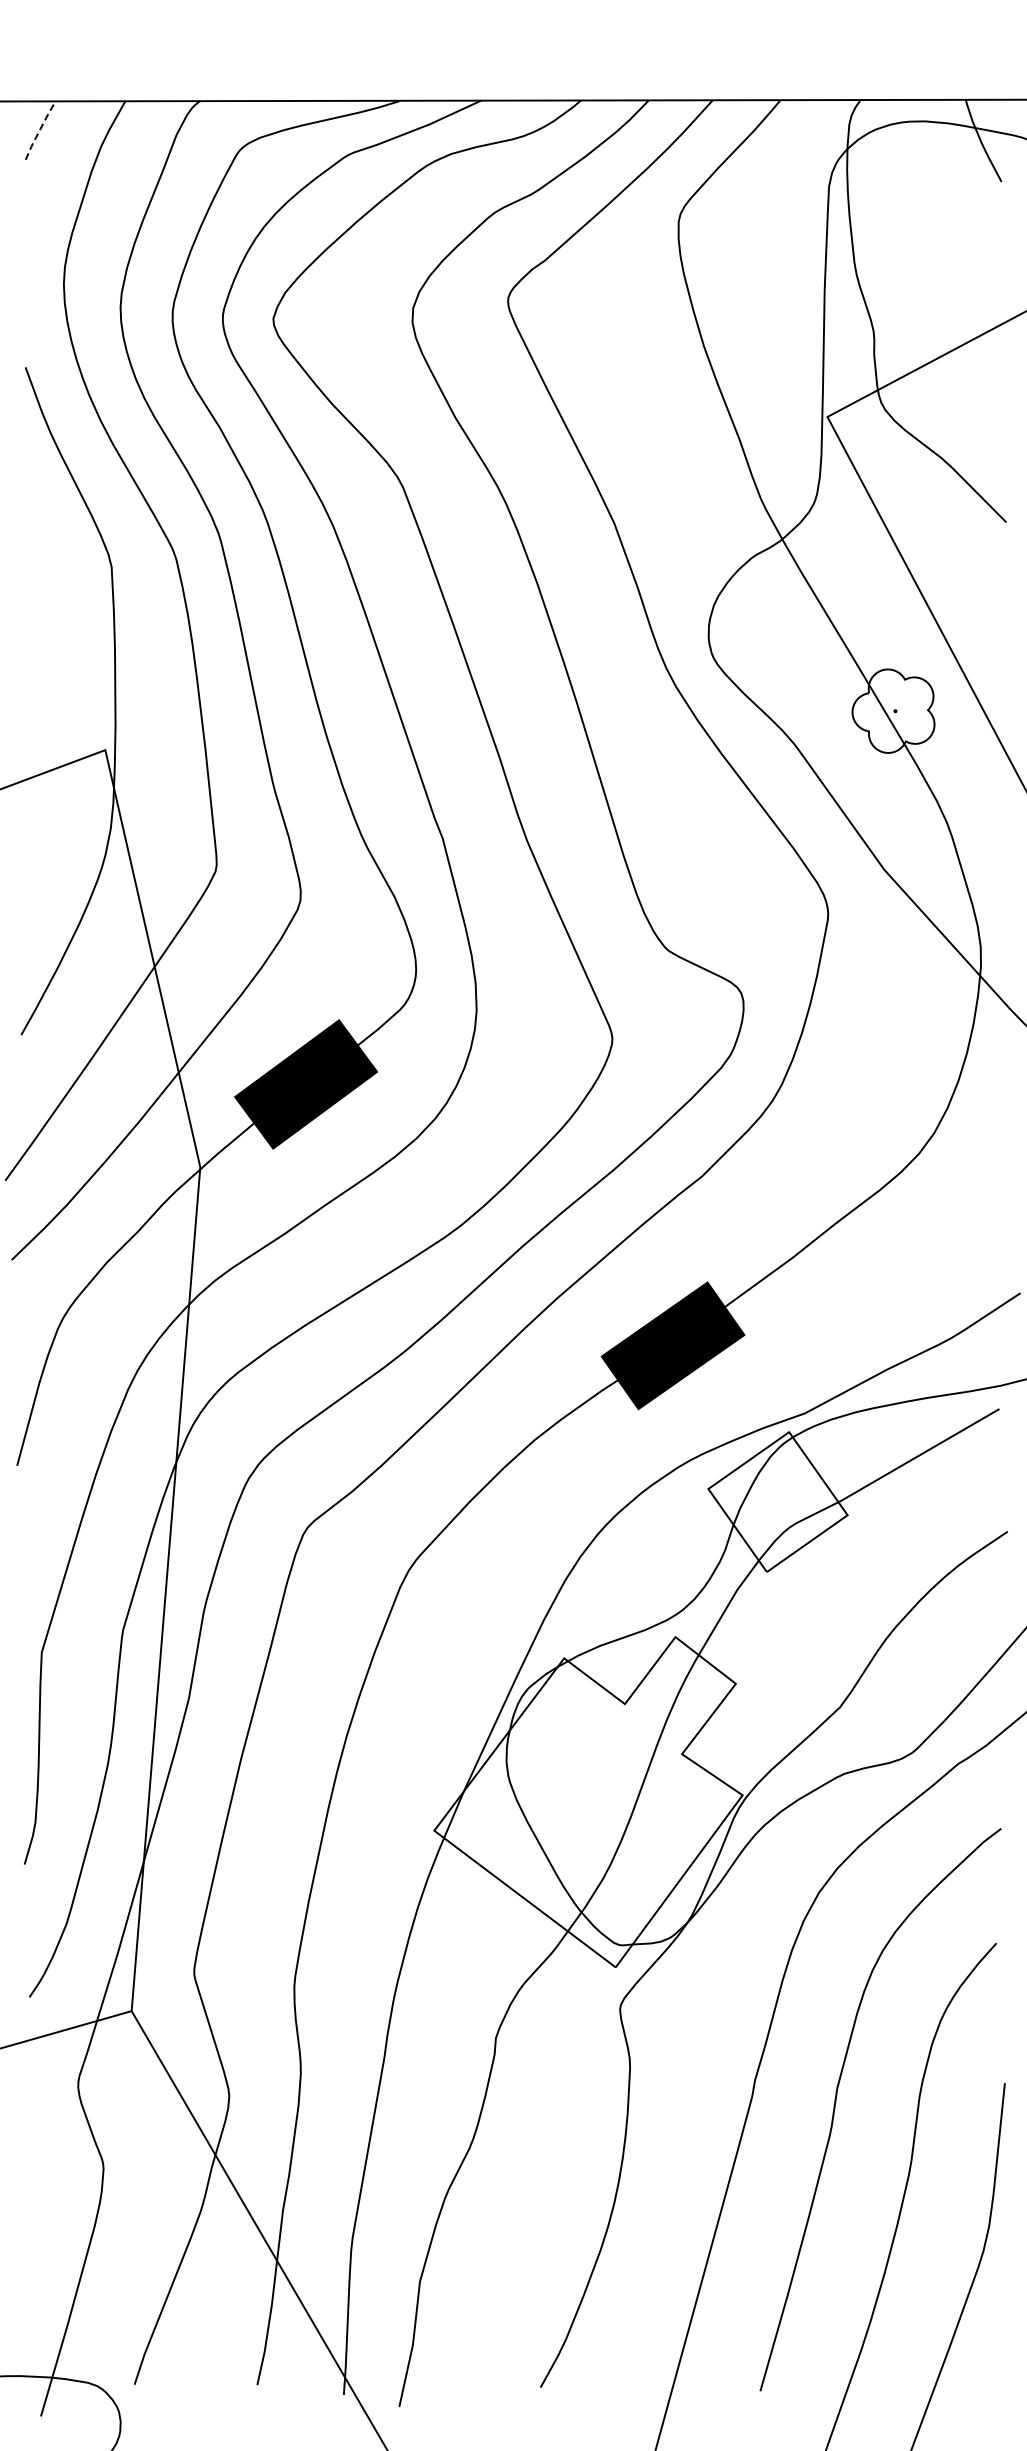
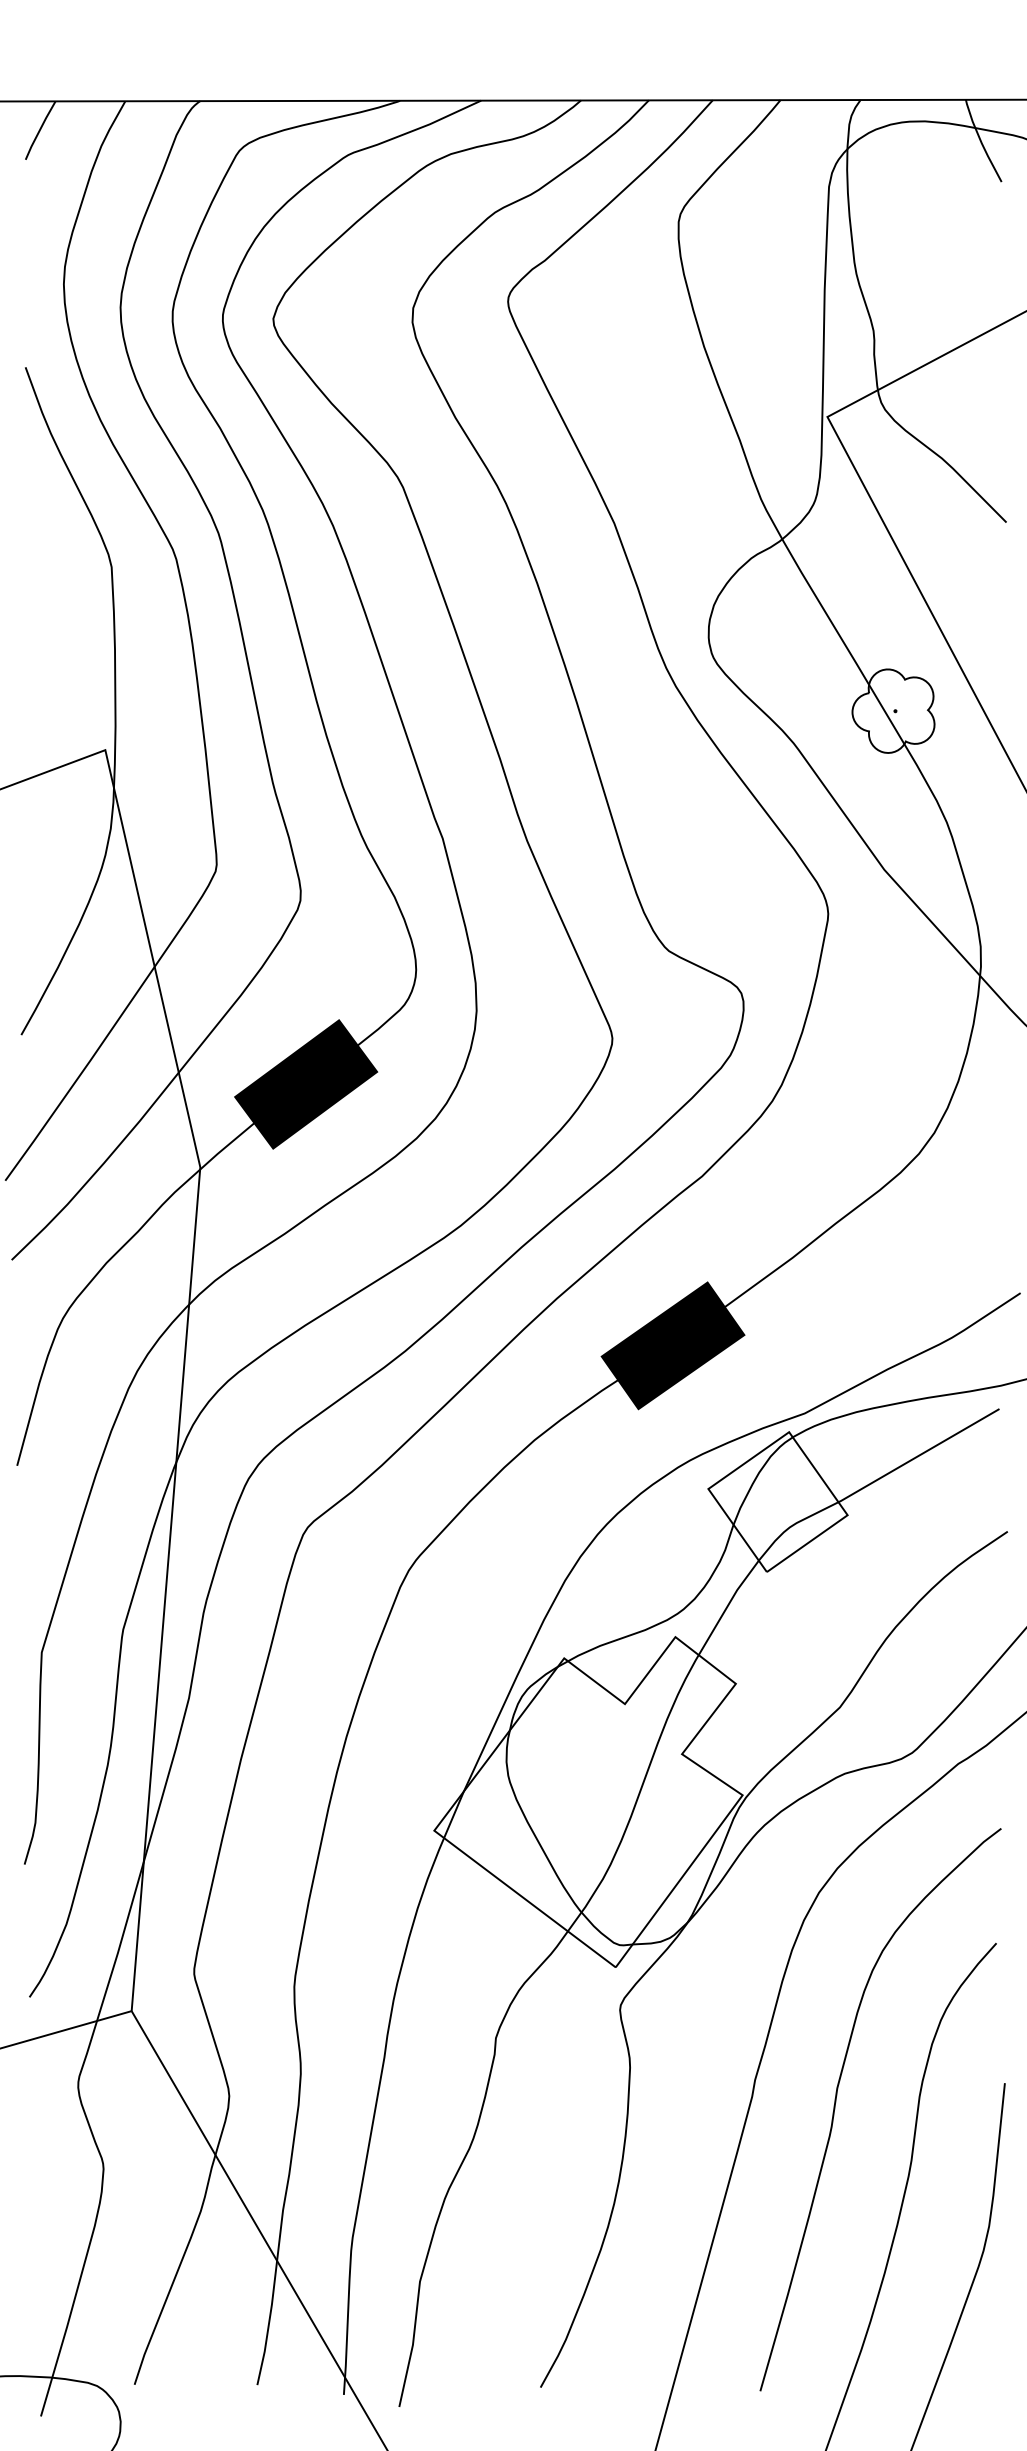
line at (39, 130): dashed -> solid
